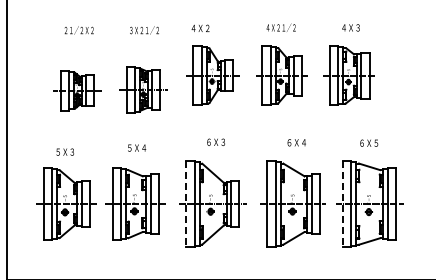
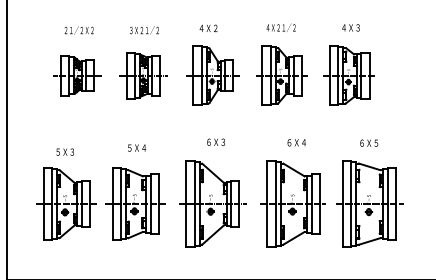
text at (200, 27) position: (200, 27) -> (208, 27)
part at (143, 89) position: (143, 89) -> (143, 75)
part at (77, 90) position: (77, 90) -> (77, 75)
line at (186, 204): dashed -> solid
line at (343, 204): dashed -> solid
